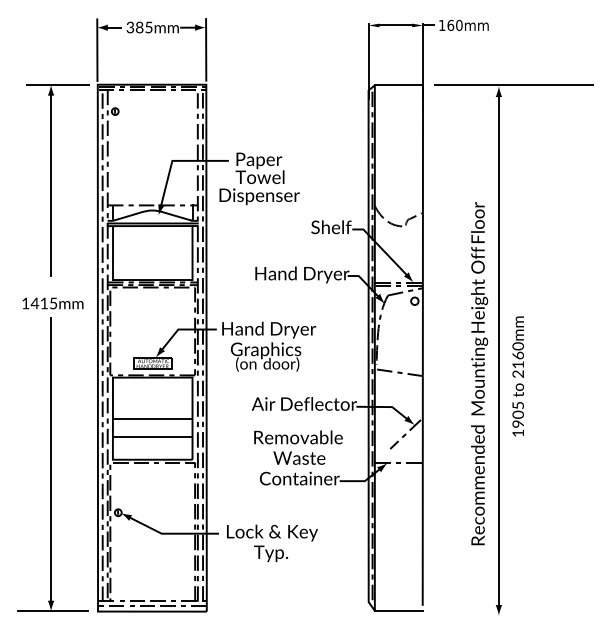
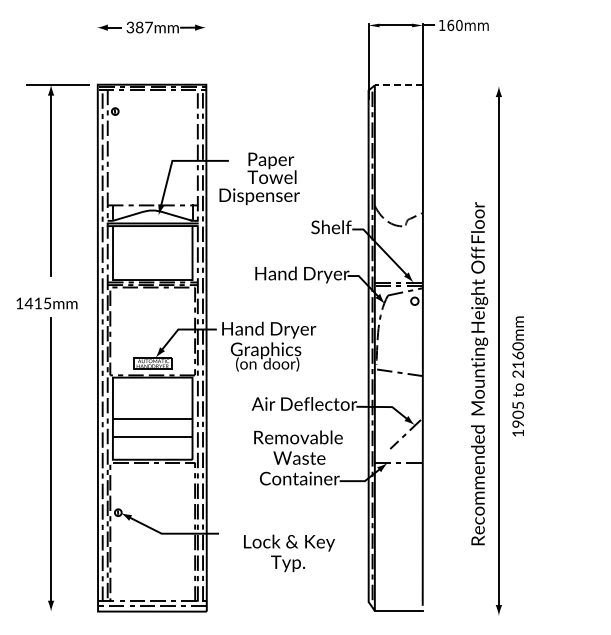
text at (148, 27): 385mm -> 387mm
line at (206, 49): present -> none
line at (97, 50): present -> none
line at (398, 85): solid -> dashed
line at (513, 85): present -> none
text at (259, 167) position: (259, 167) -> (271, 167)
text at (52, 303) position: (52, 303) -> (46, 303)
text at (272, 543) position: (272, 543) -> (289, 553)
line at (53, 611): present -> none
